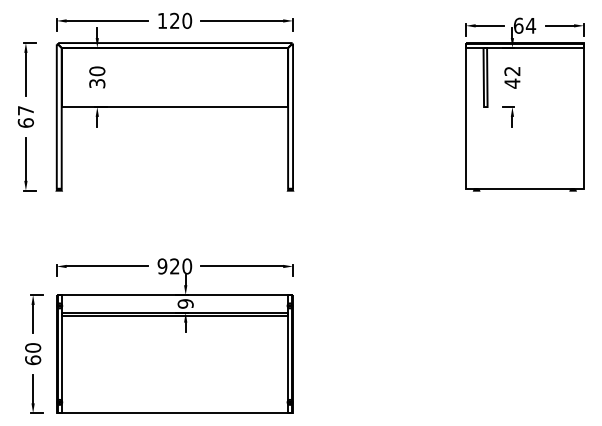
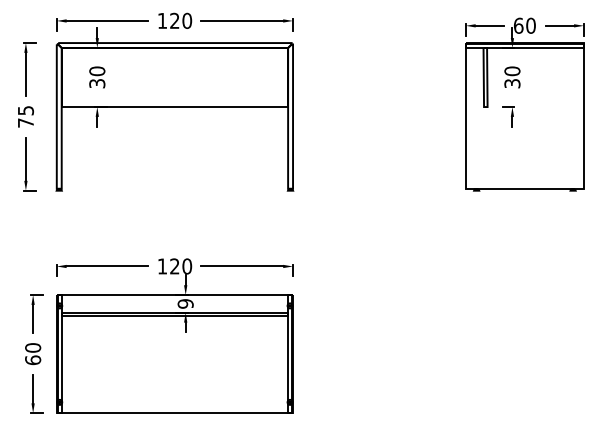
text at (530, 25): 64 -> 60
text at (512, 77): 42 -> 30
text at (25, 116): 67 -> 75
text at (162, 266): 920 -> 120
